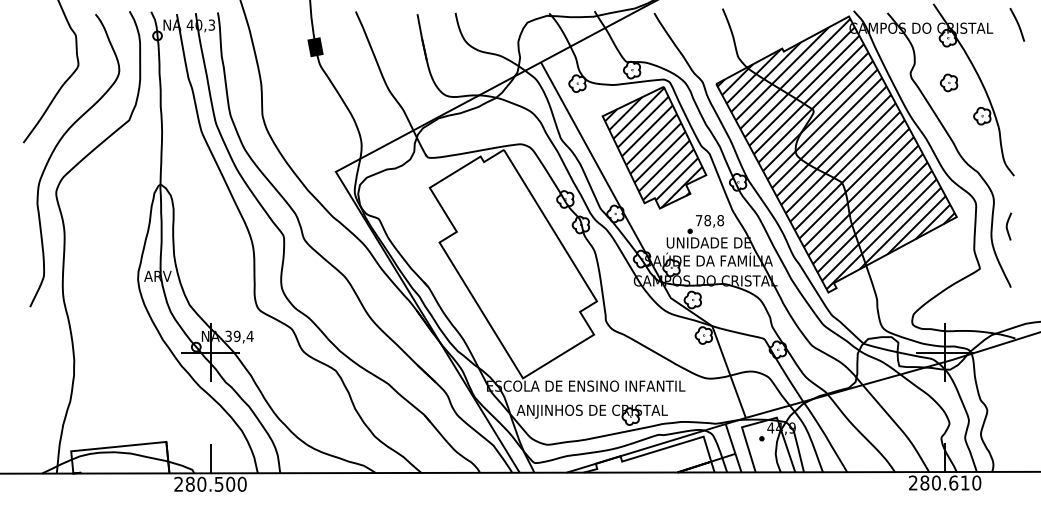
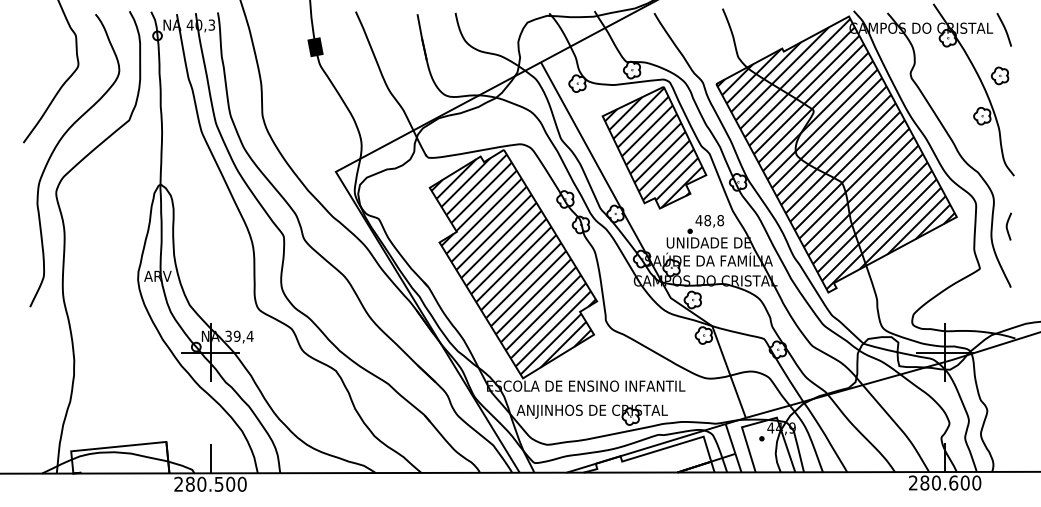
curve at (1017, 24) position: (1017, 24) -> (1004, 29)
part at (949, 82) position: (949, 82) -> (1000, 75)
text at (698, 220): 78,8 -> 48,8
hatch at (513, 264): none -> present
text at (964, 482): 280.610 -> 280.600
